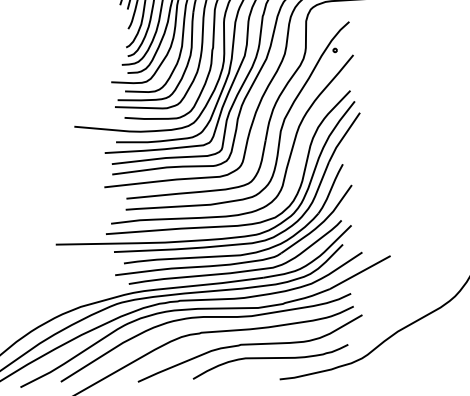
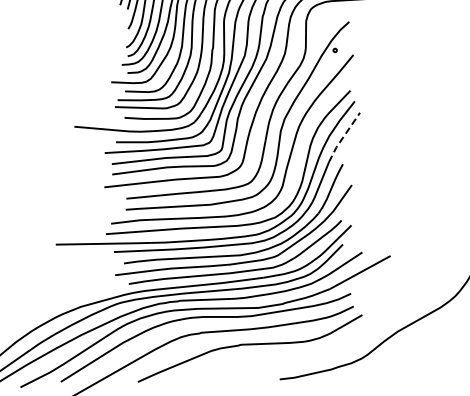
line at (343, 137): solid -> dashed
curve at (270, 358): present -> none
